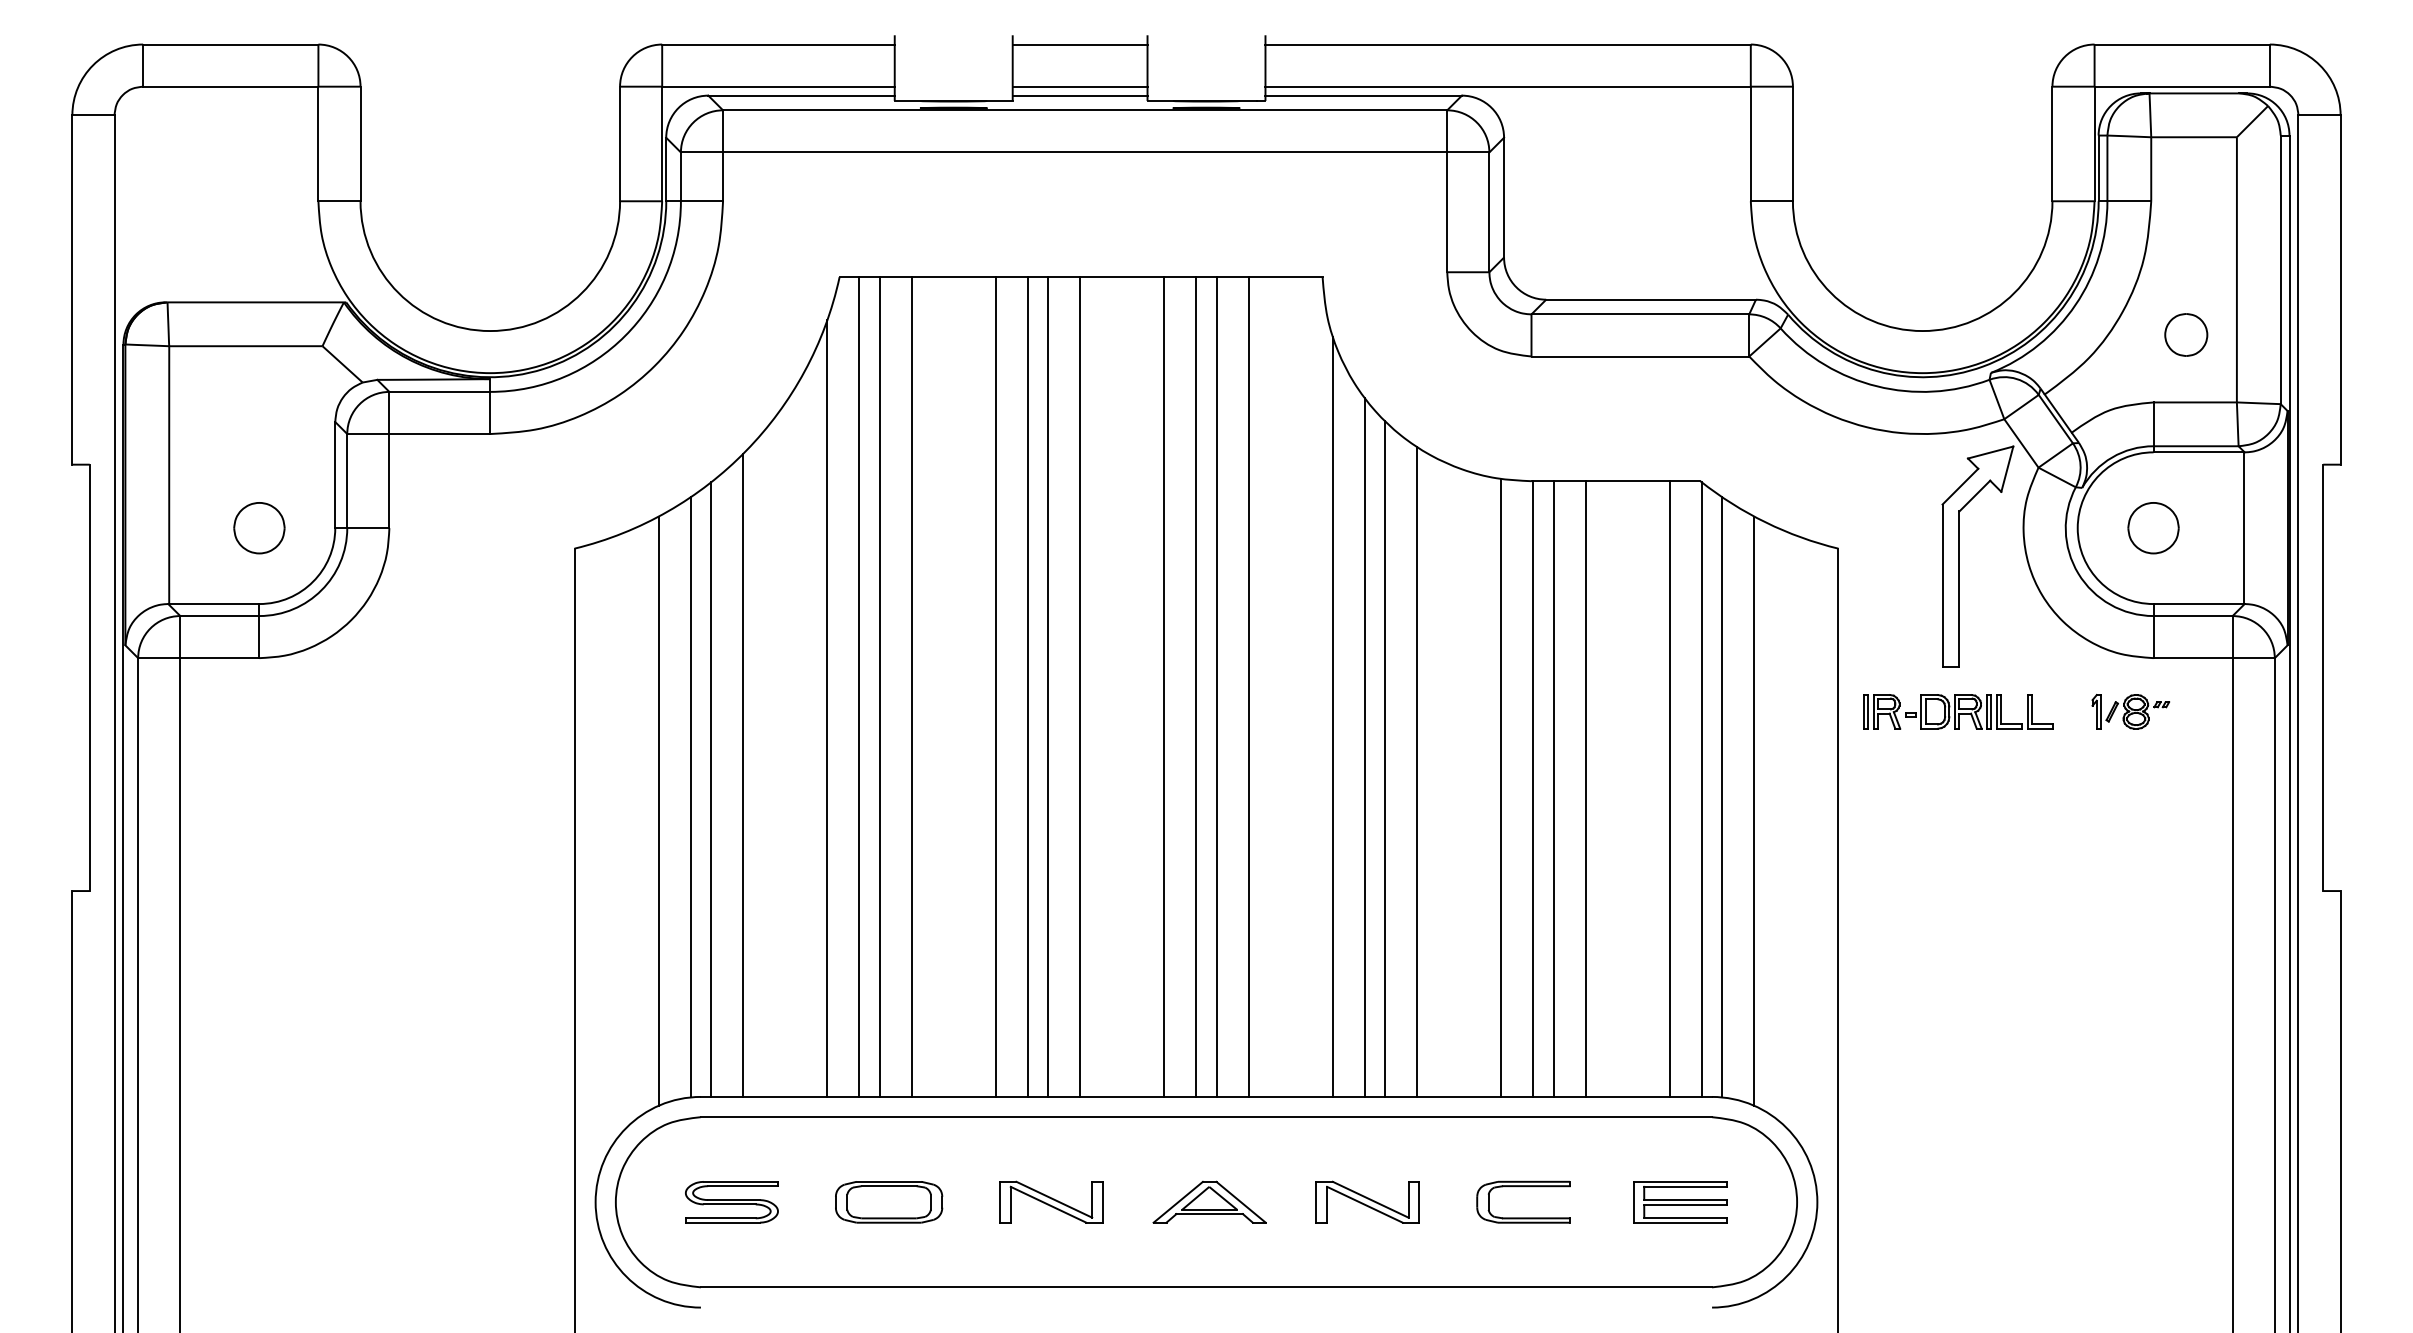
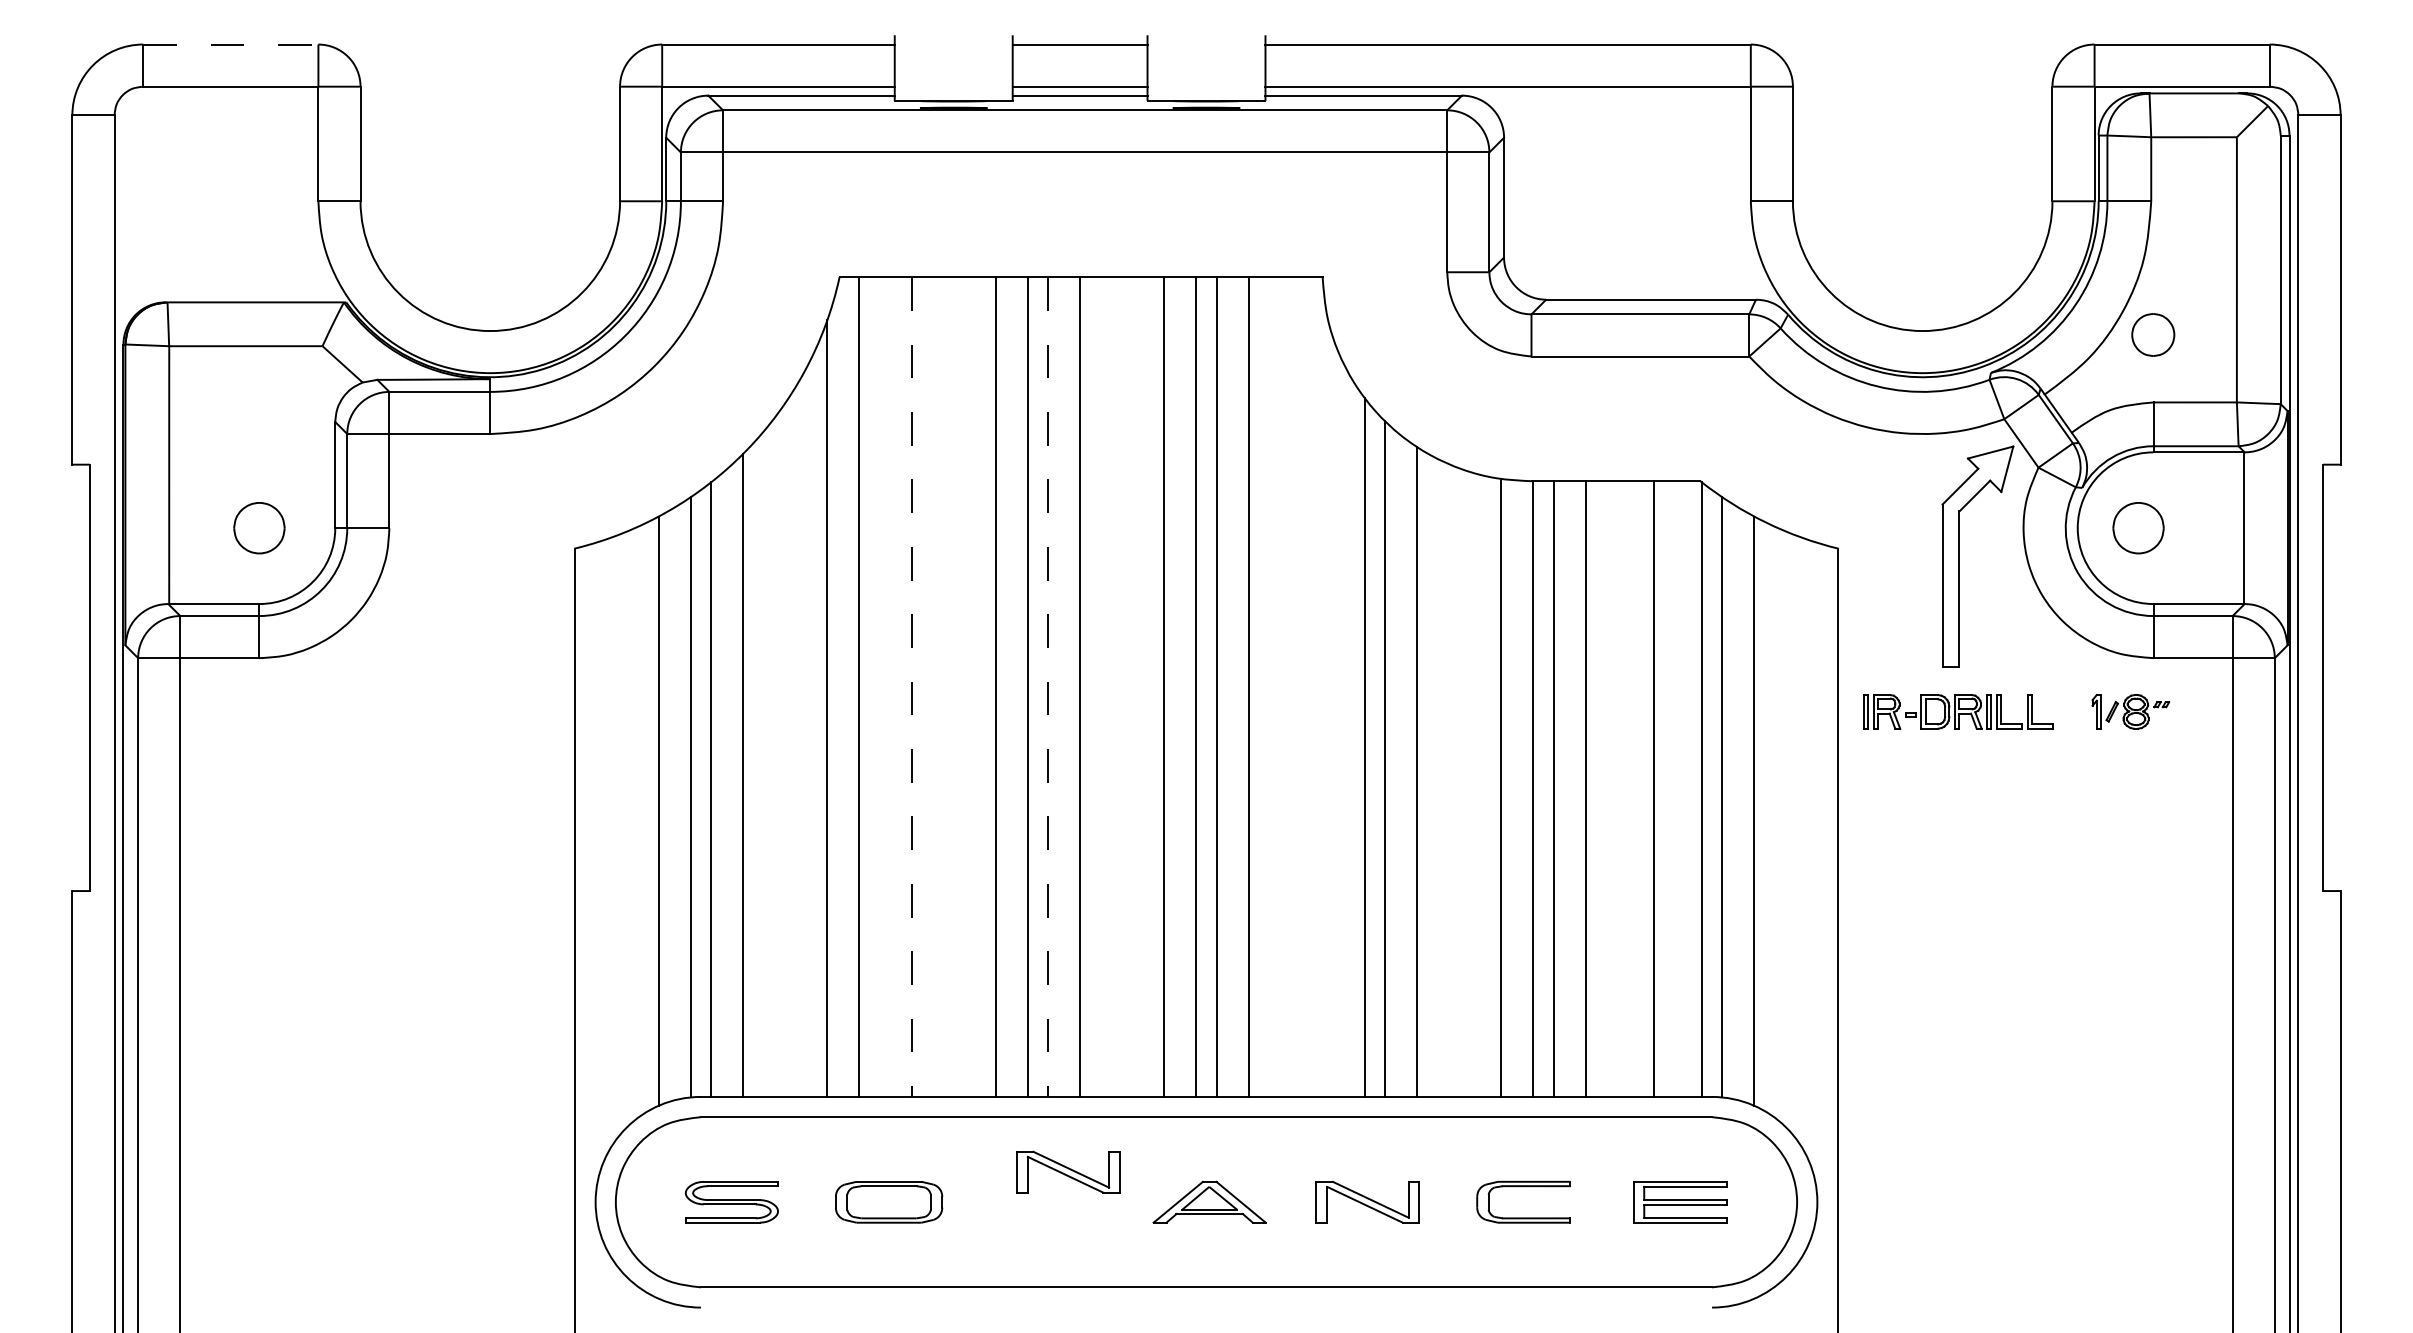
line at (230, 44): solid -> dashed
part at (2186, 334) position: (2186, 334) -> (2153, 334)
part at (2153, 528) position: (2153, 528) -> (2138, 528)
line at (879, 686): present -> none
line at (911, 687): solid -> dashed
line at (1048, 687): solid -> dashed
line at (1332, 716): present -> none
line at (1669, 788) position: (1669, 788) -> (1653, 788)
part at (1051, 1201) position: (1051, 1201) -> (1068, 1171)
